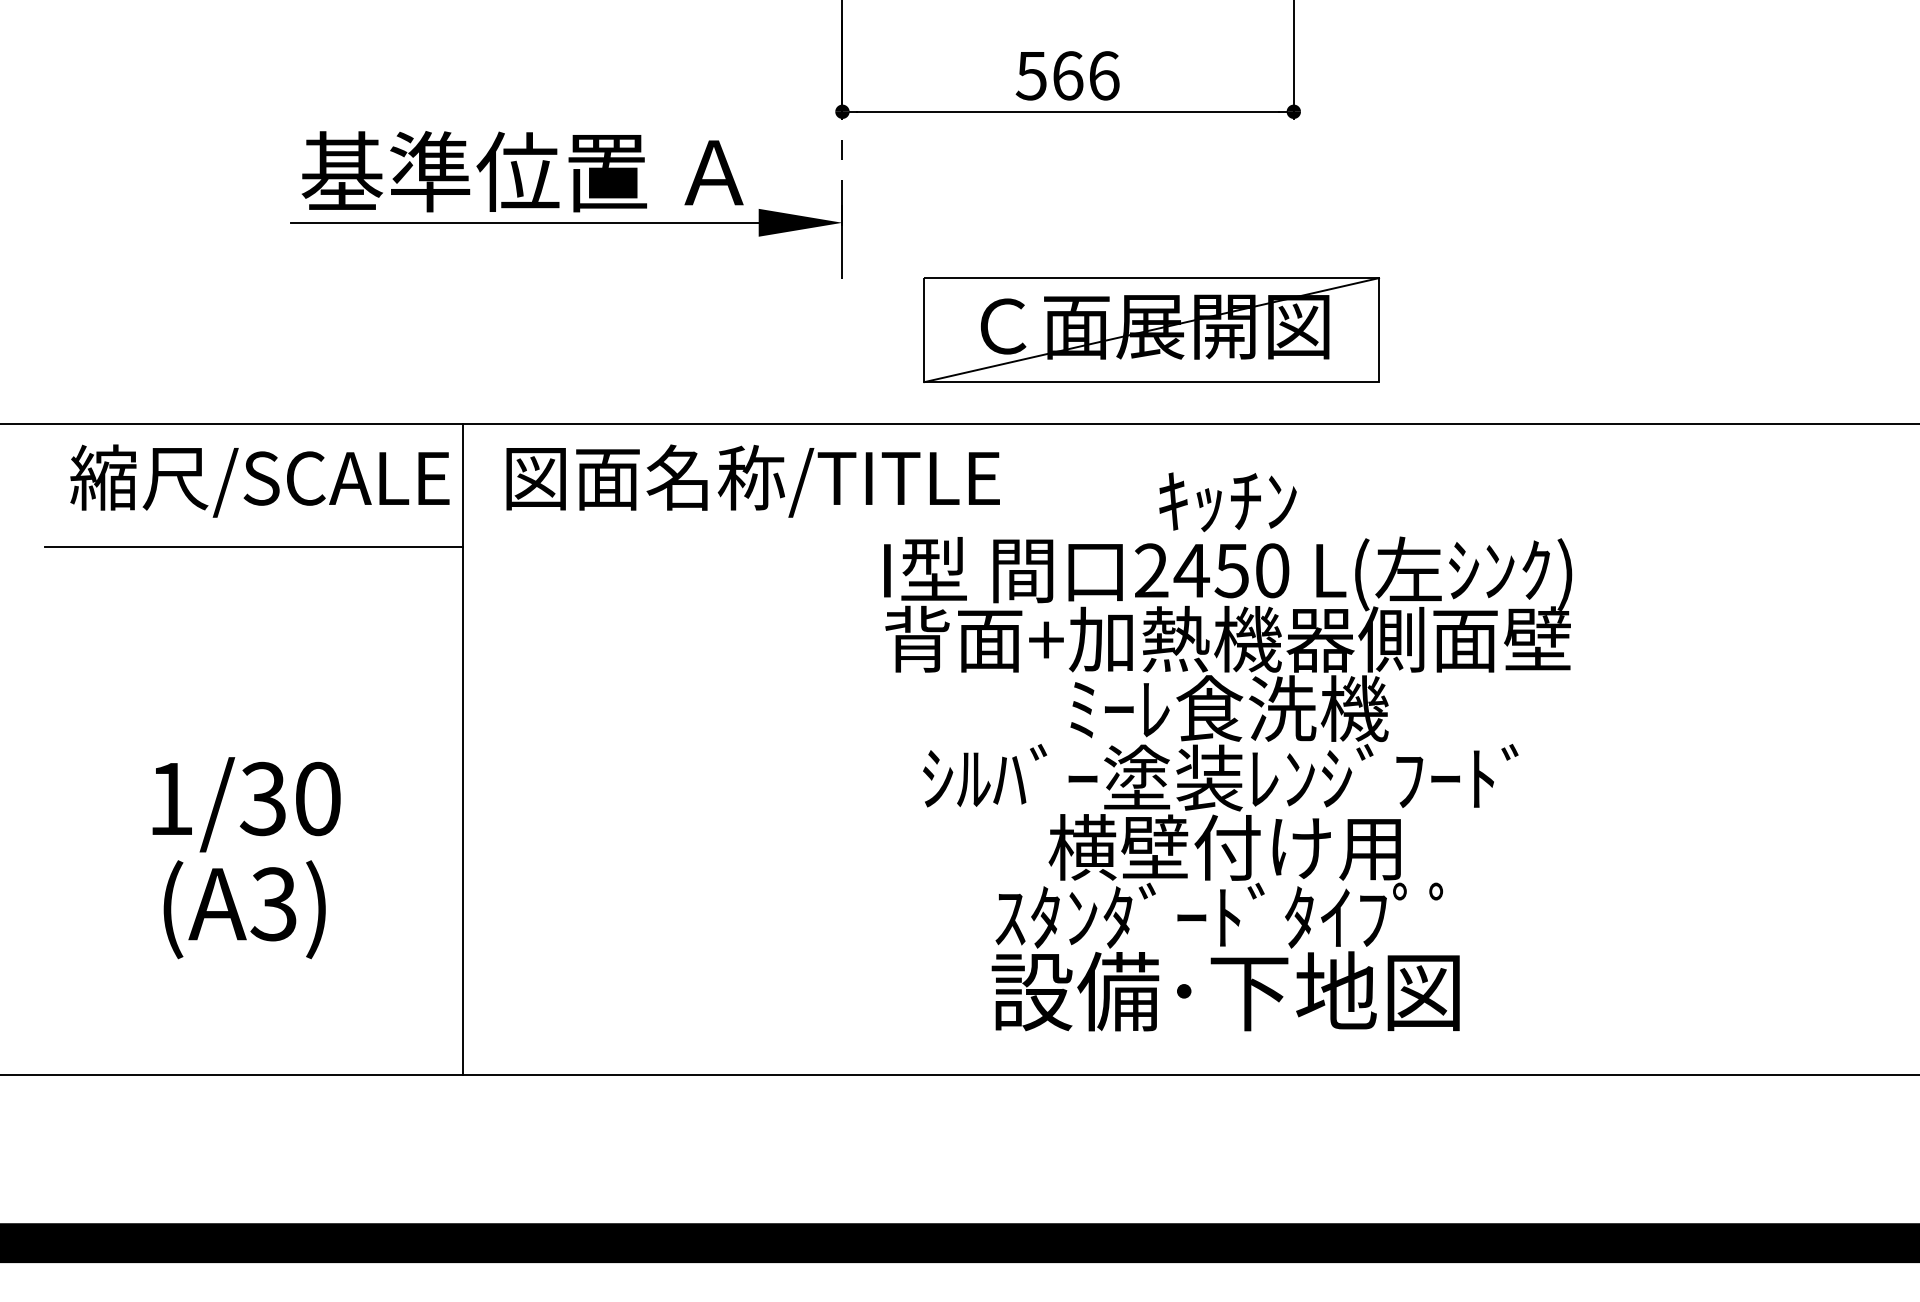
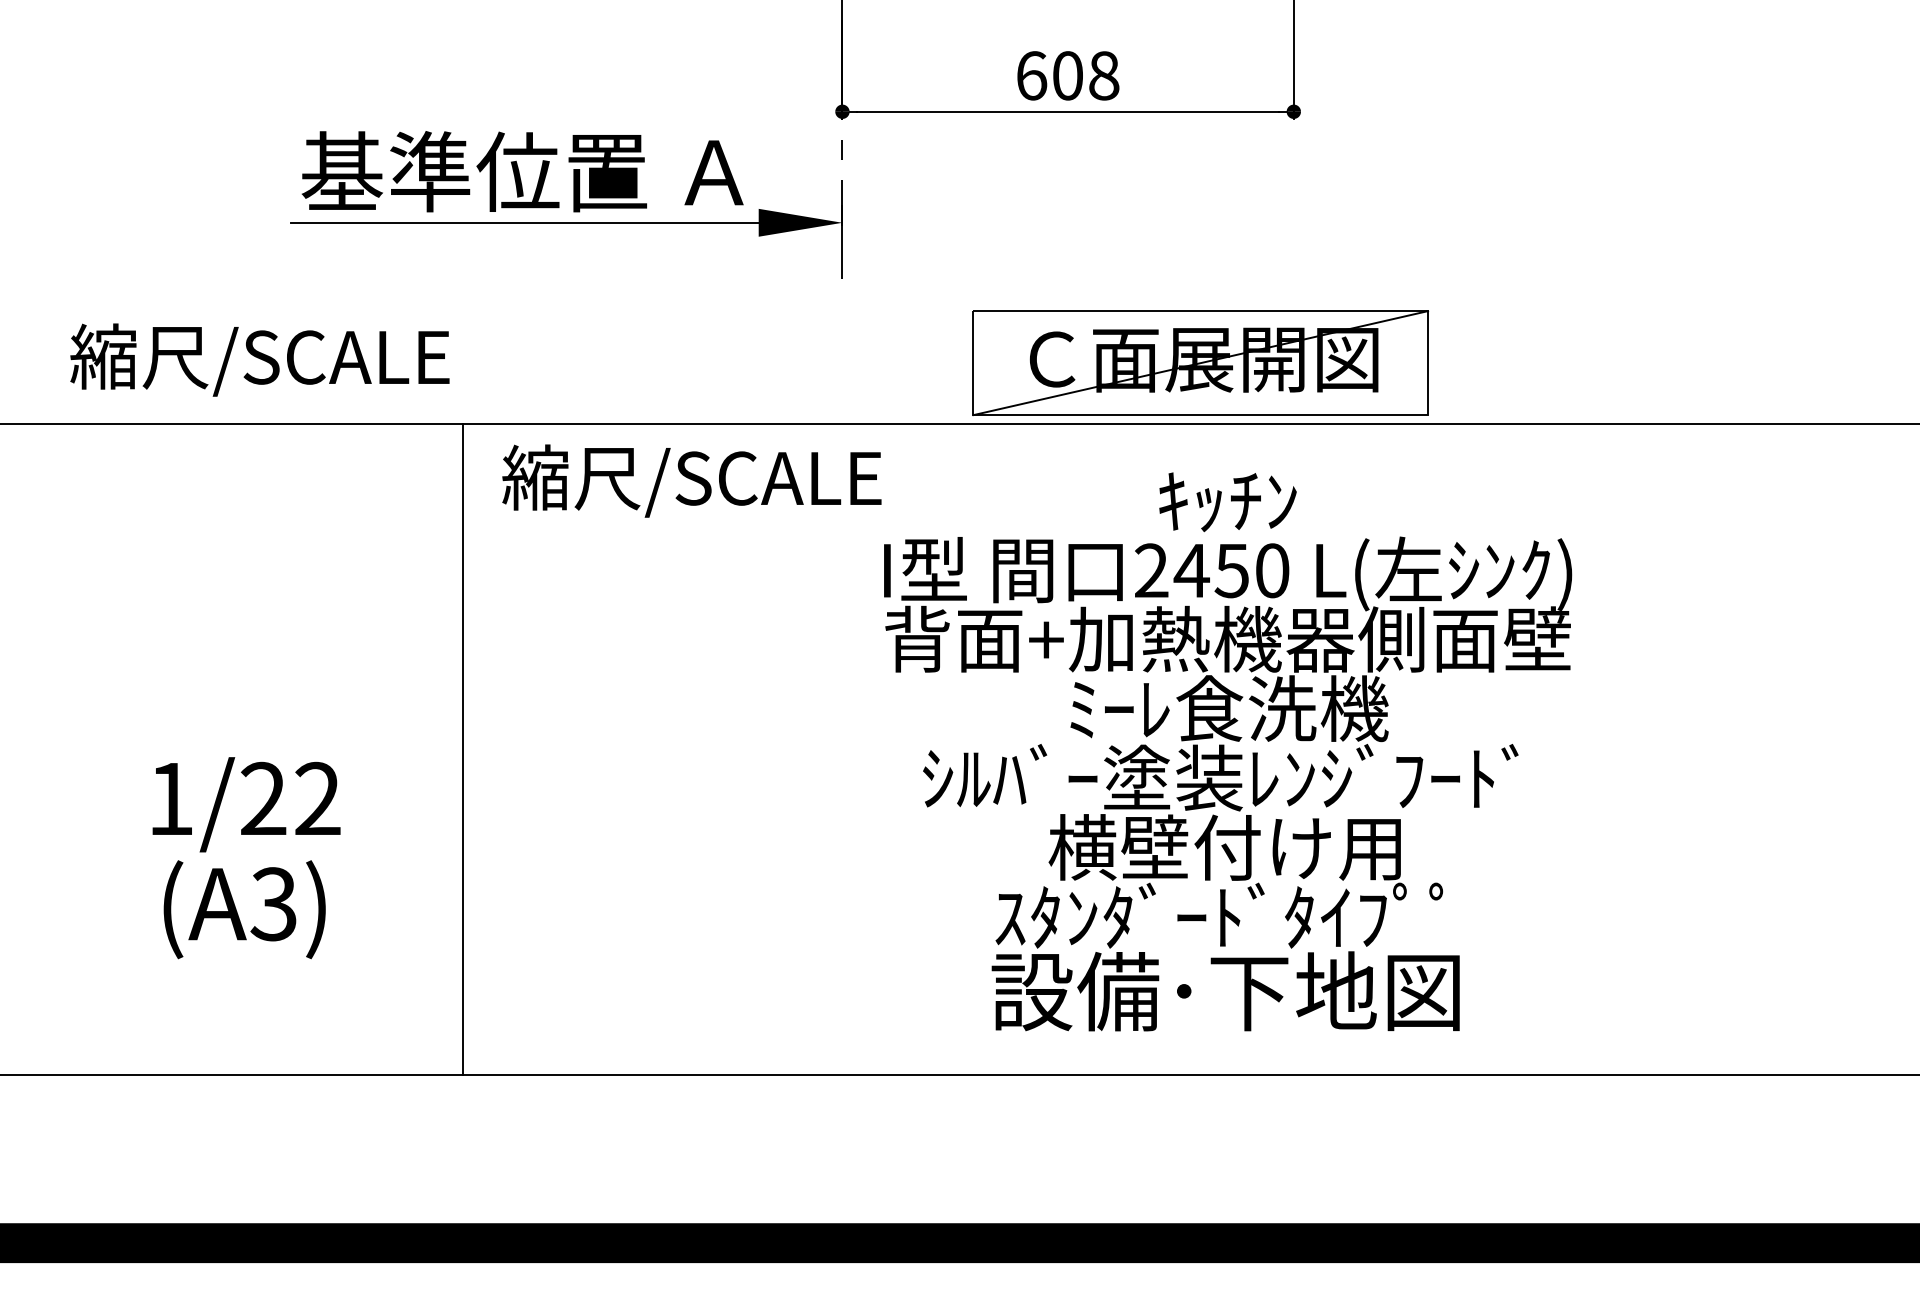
text at (1067, 75): 566 -> 608
part at (1151, 329) position: (1151, 329) -> (1200, 362)
text at (259, 480) position: (259, 480) -> (259, 359)
text at (750, 480): 図面名称/TITLE -> 縮尺/SCALE
line at (253, 546): present -> none
text at (289, 798): 1/30 -> 1/22
